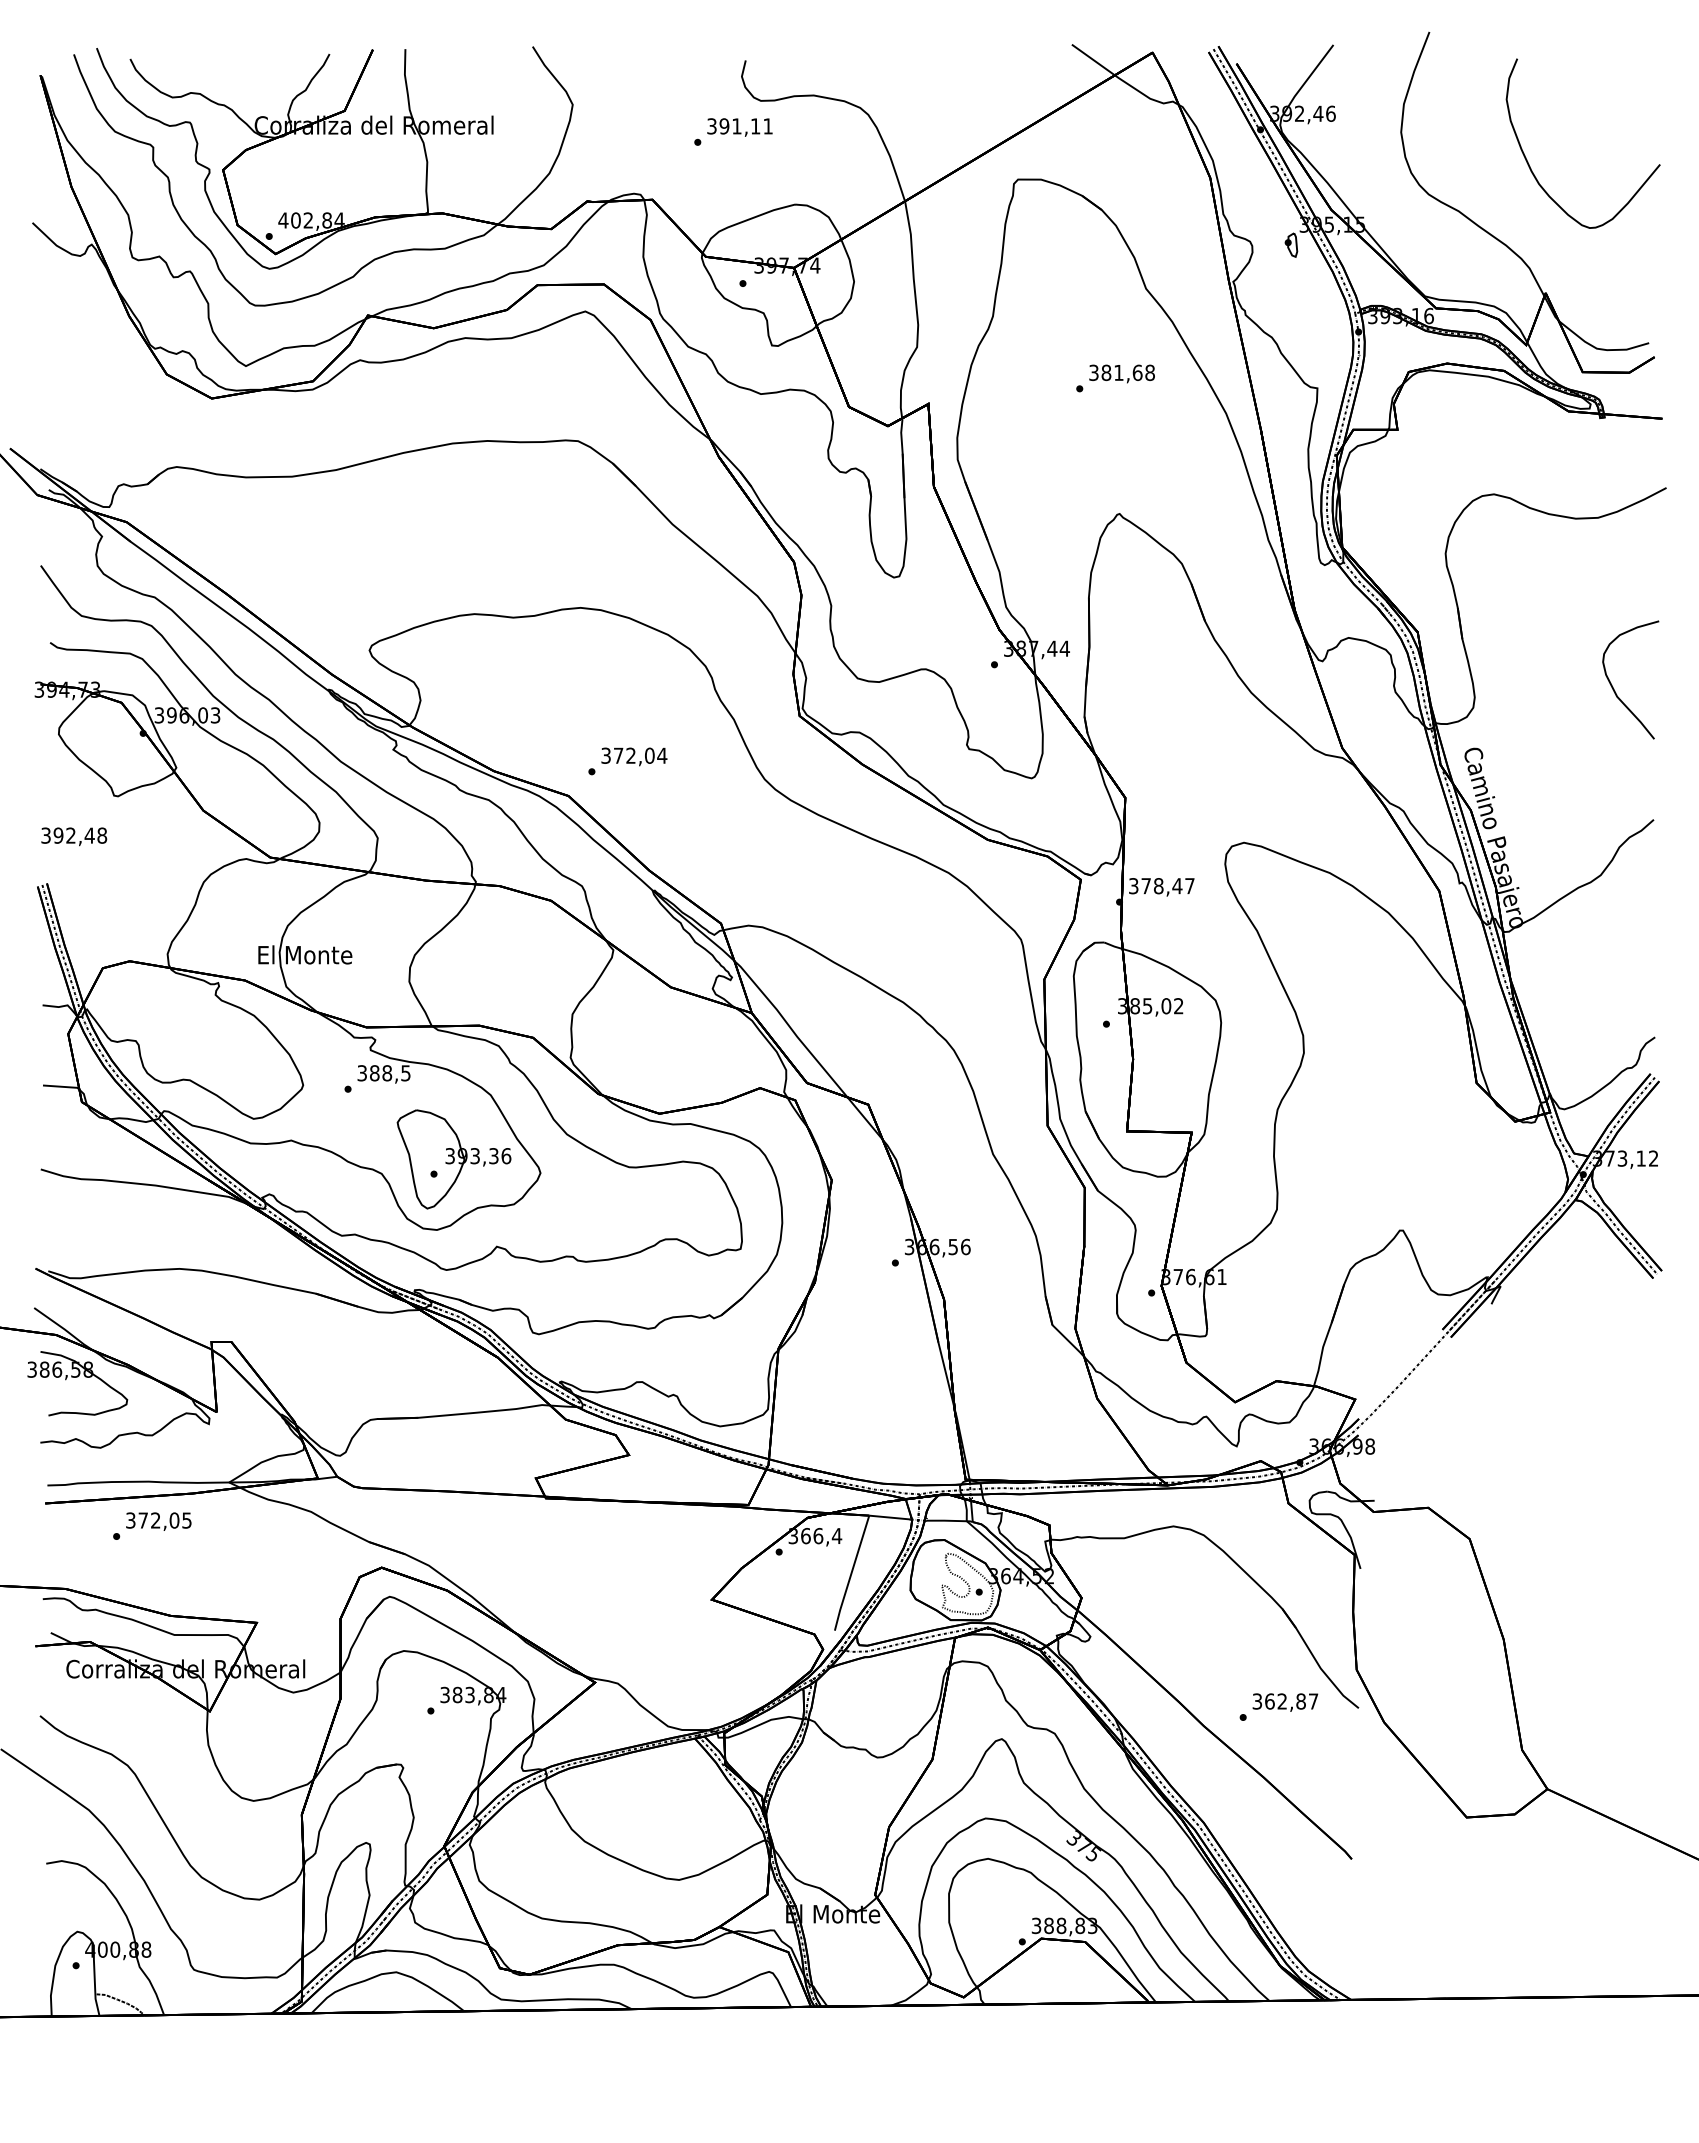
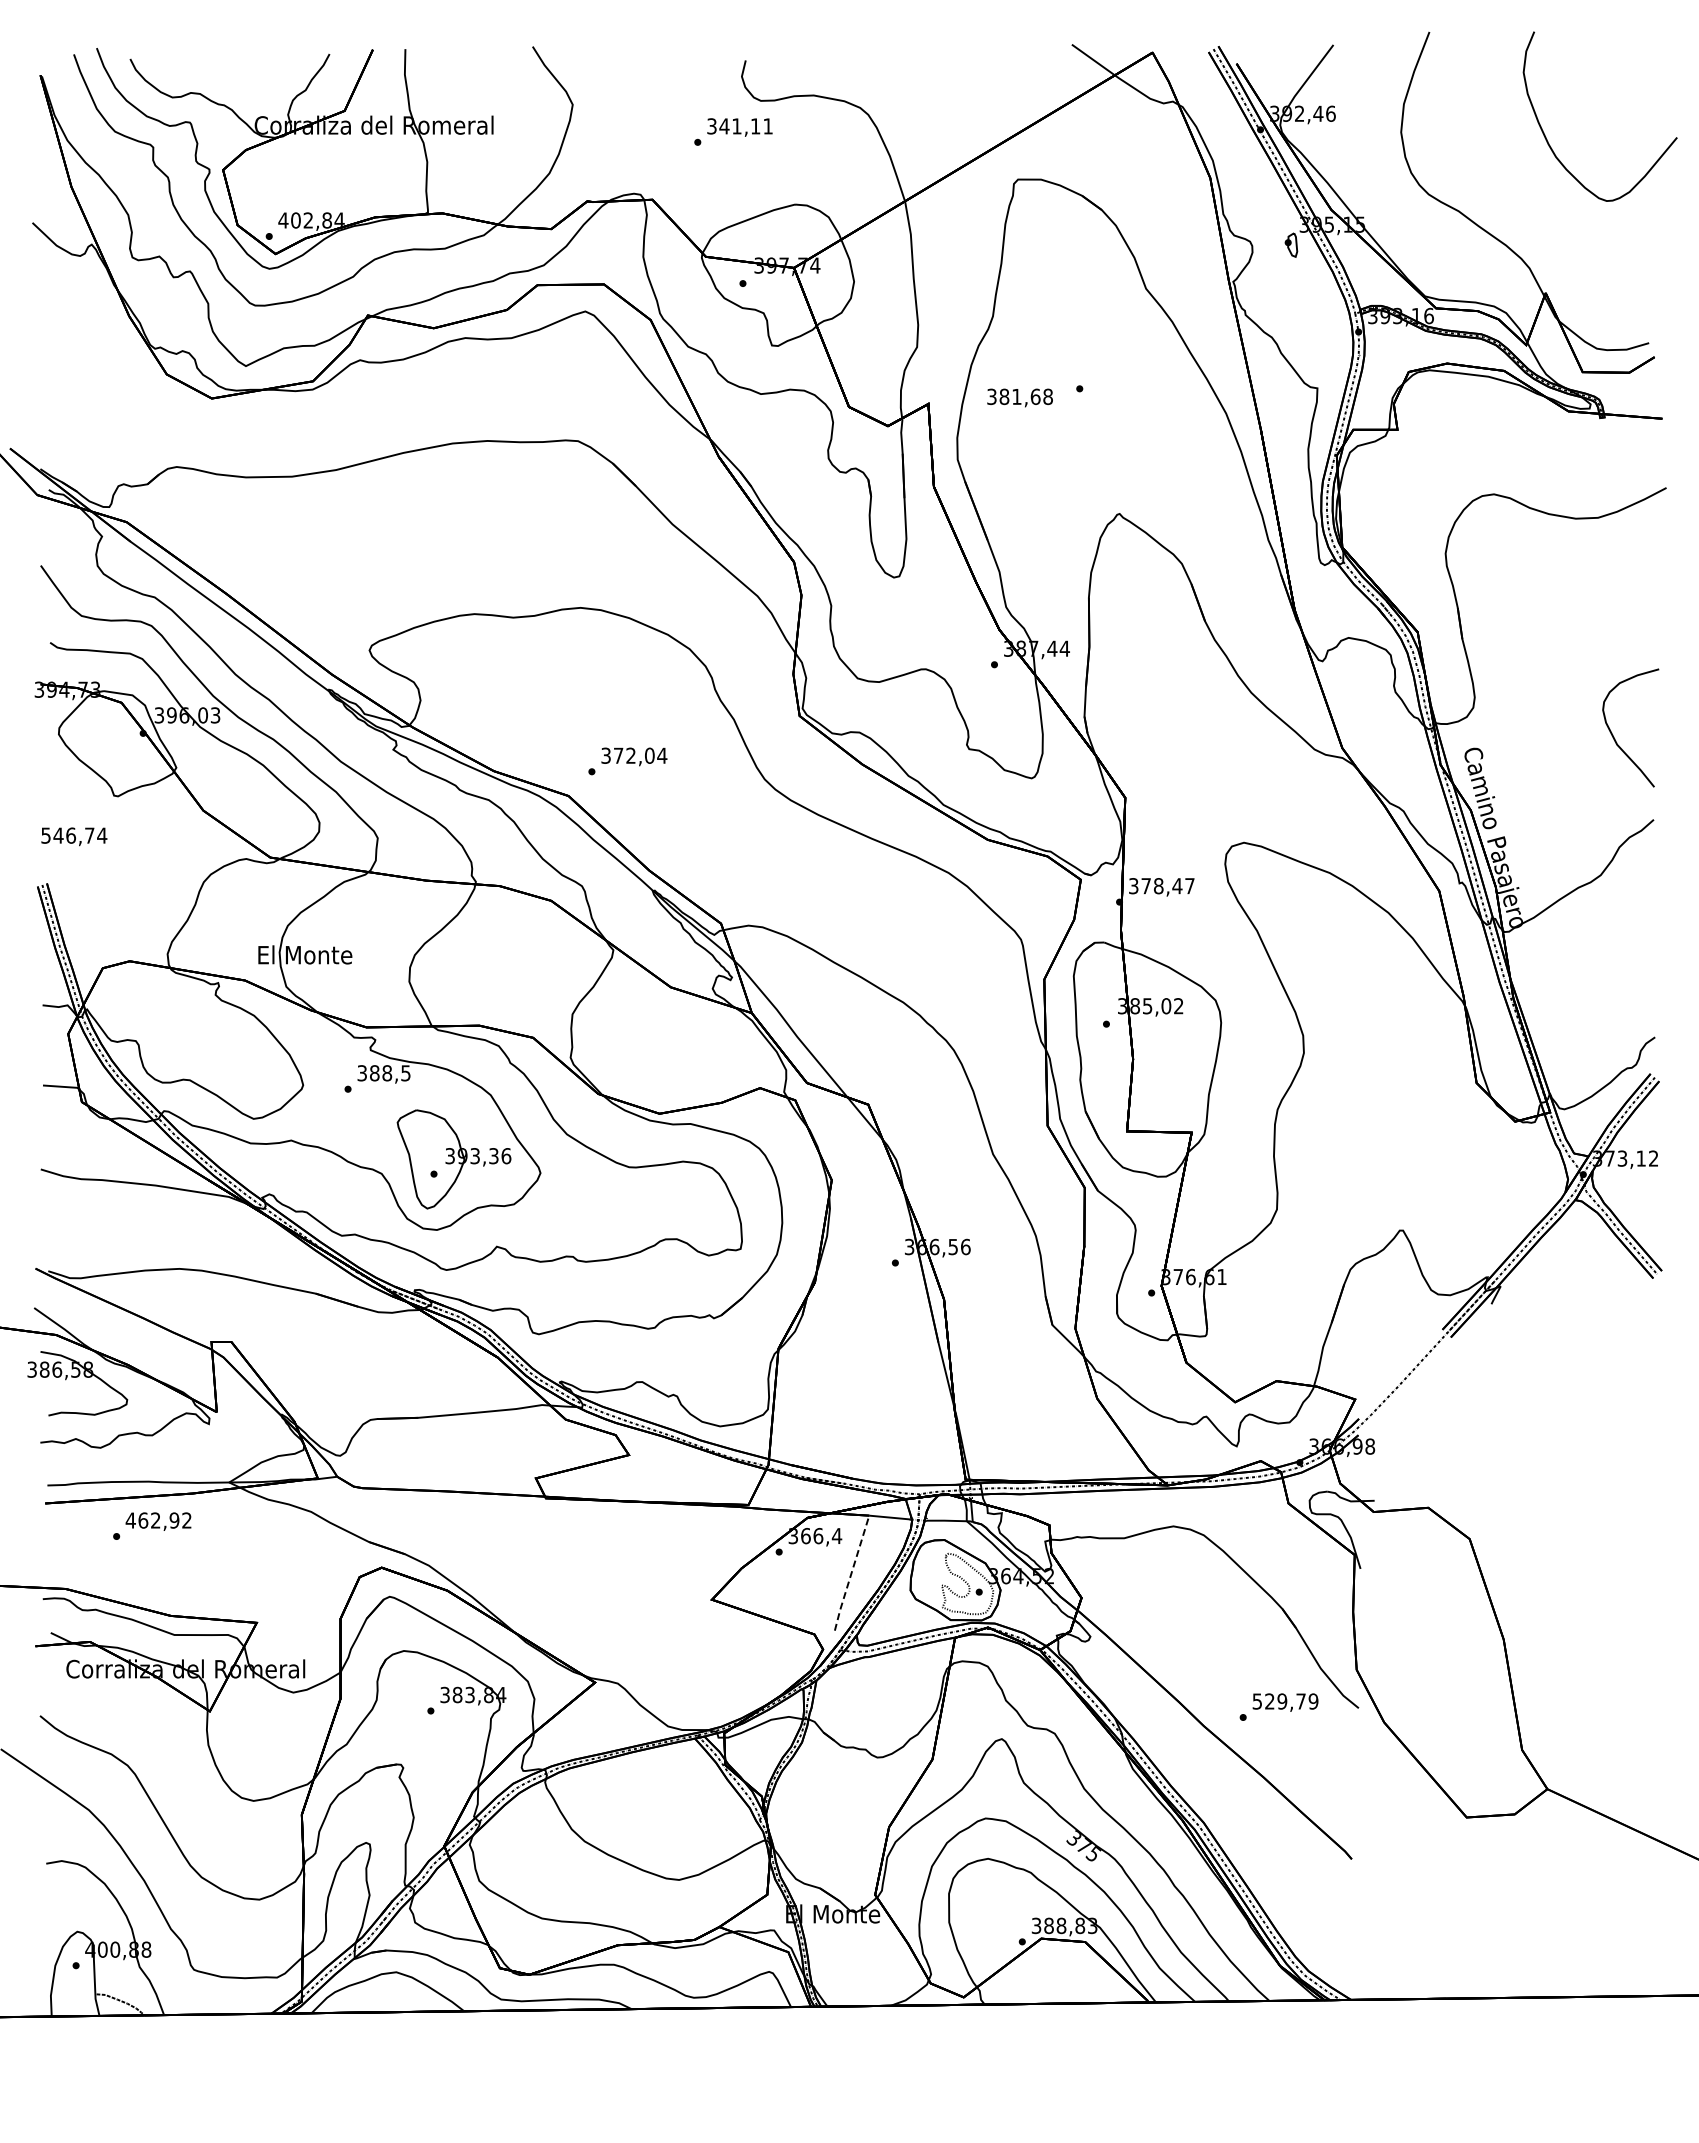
text at (724, 126): 391,11 -> 341,11
curve at (1531, 168) position: (1531, 168) -> (1548, 141)
text at (1121, 373) position: (1121, 373) -> (1019, 397)
curve at (1615, 690) position: (1615, 690) -> (1615, 738)
text at (74, 835): 392,48 -> 546,74
text at (158, 1520): 372,05 -> 462,92
line at (851, 1573): solid -> dashed
text at (1285, 1701): 362,87 -> 529,79
